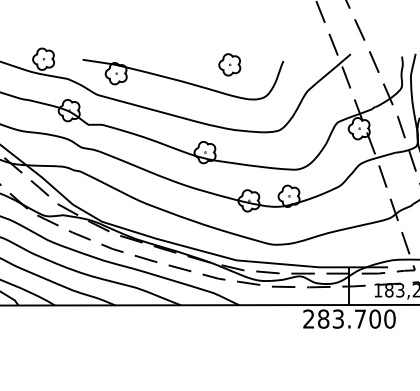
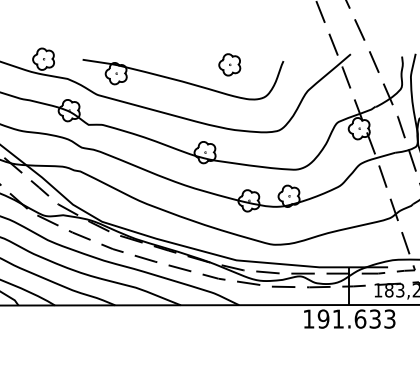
text at (349, 318): 283.700 -> 191.633
